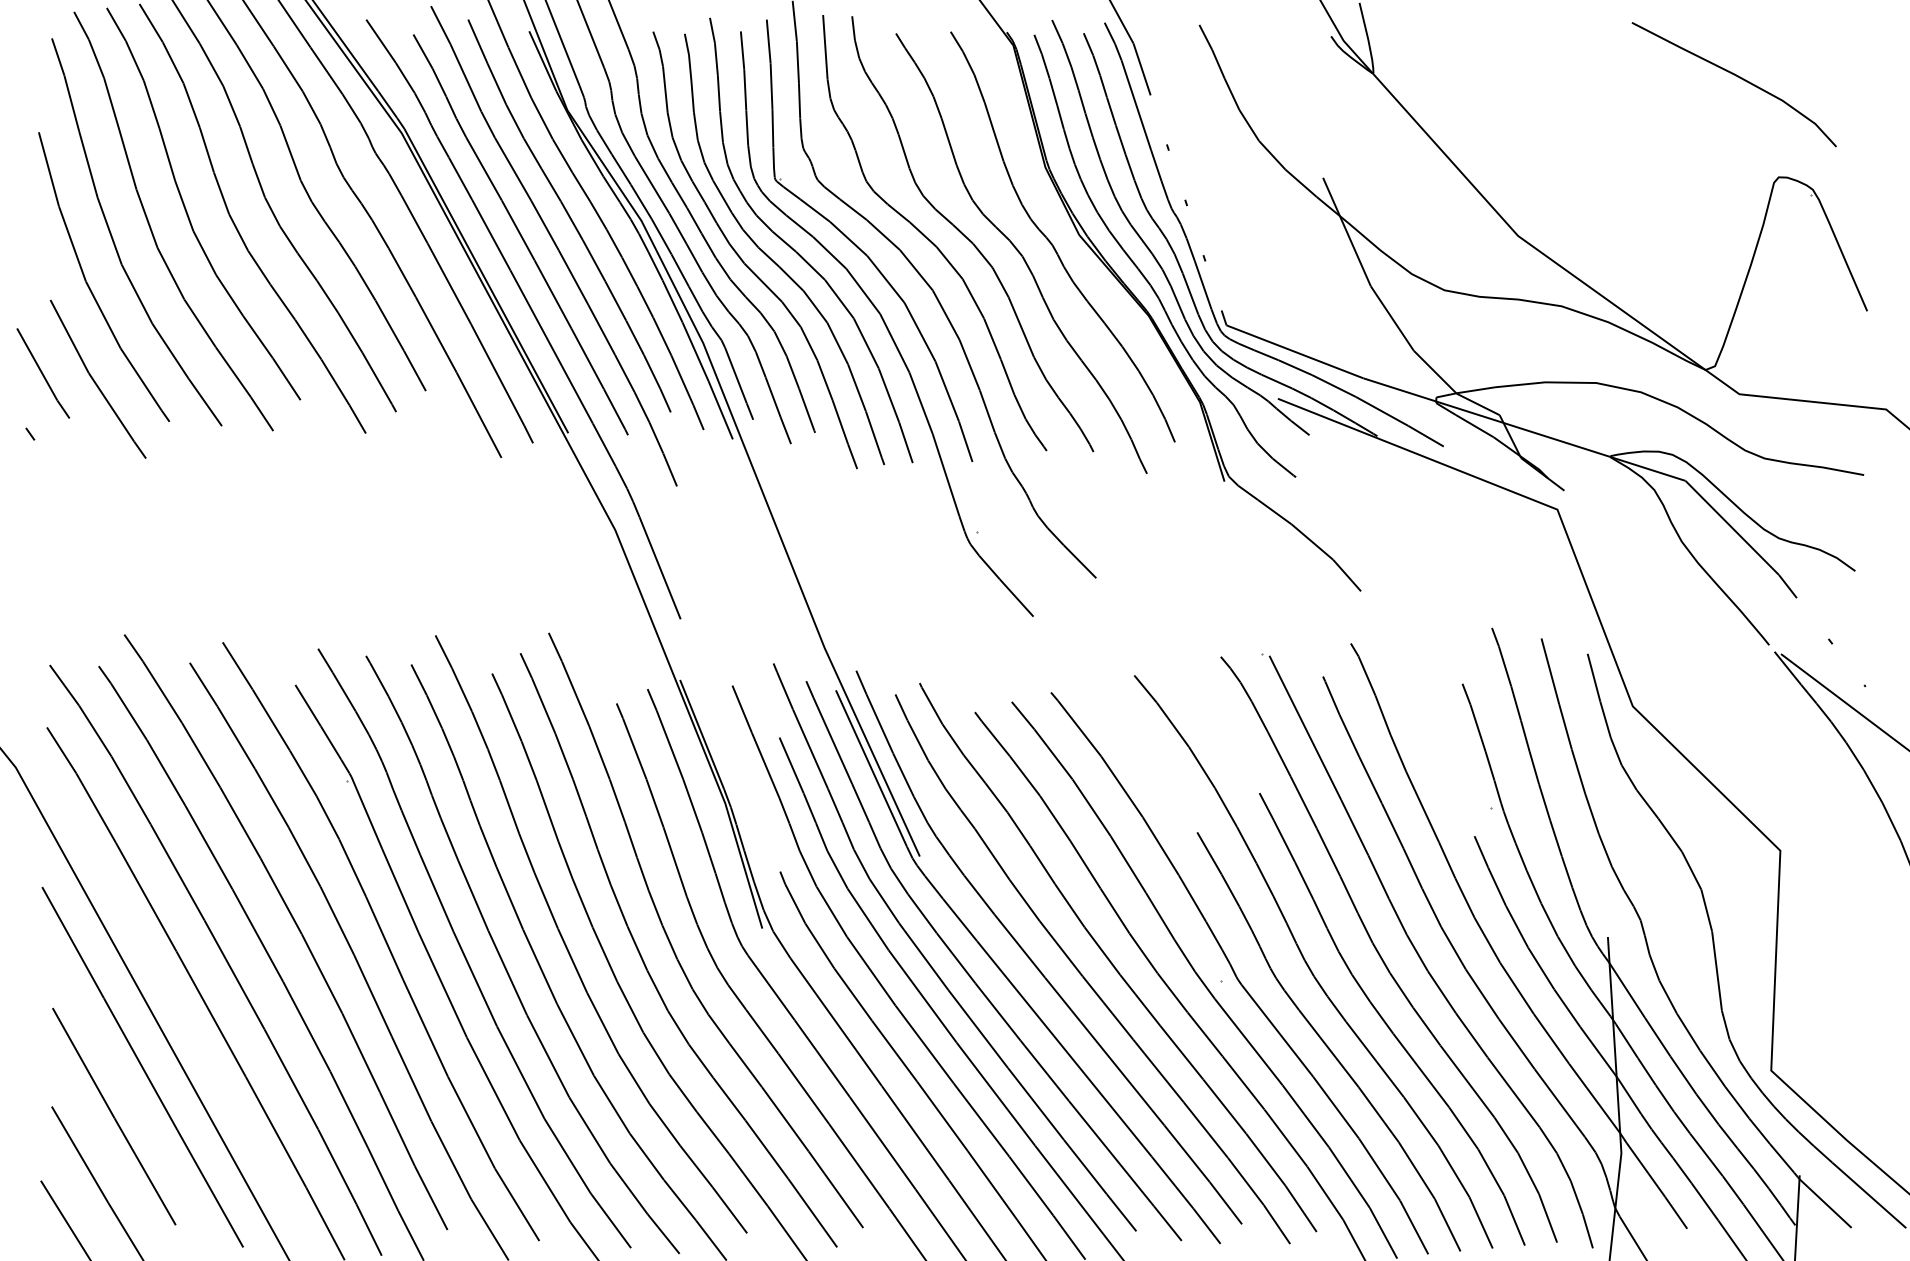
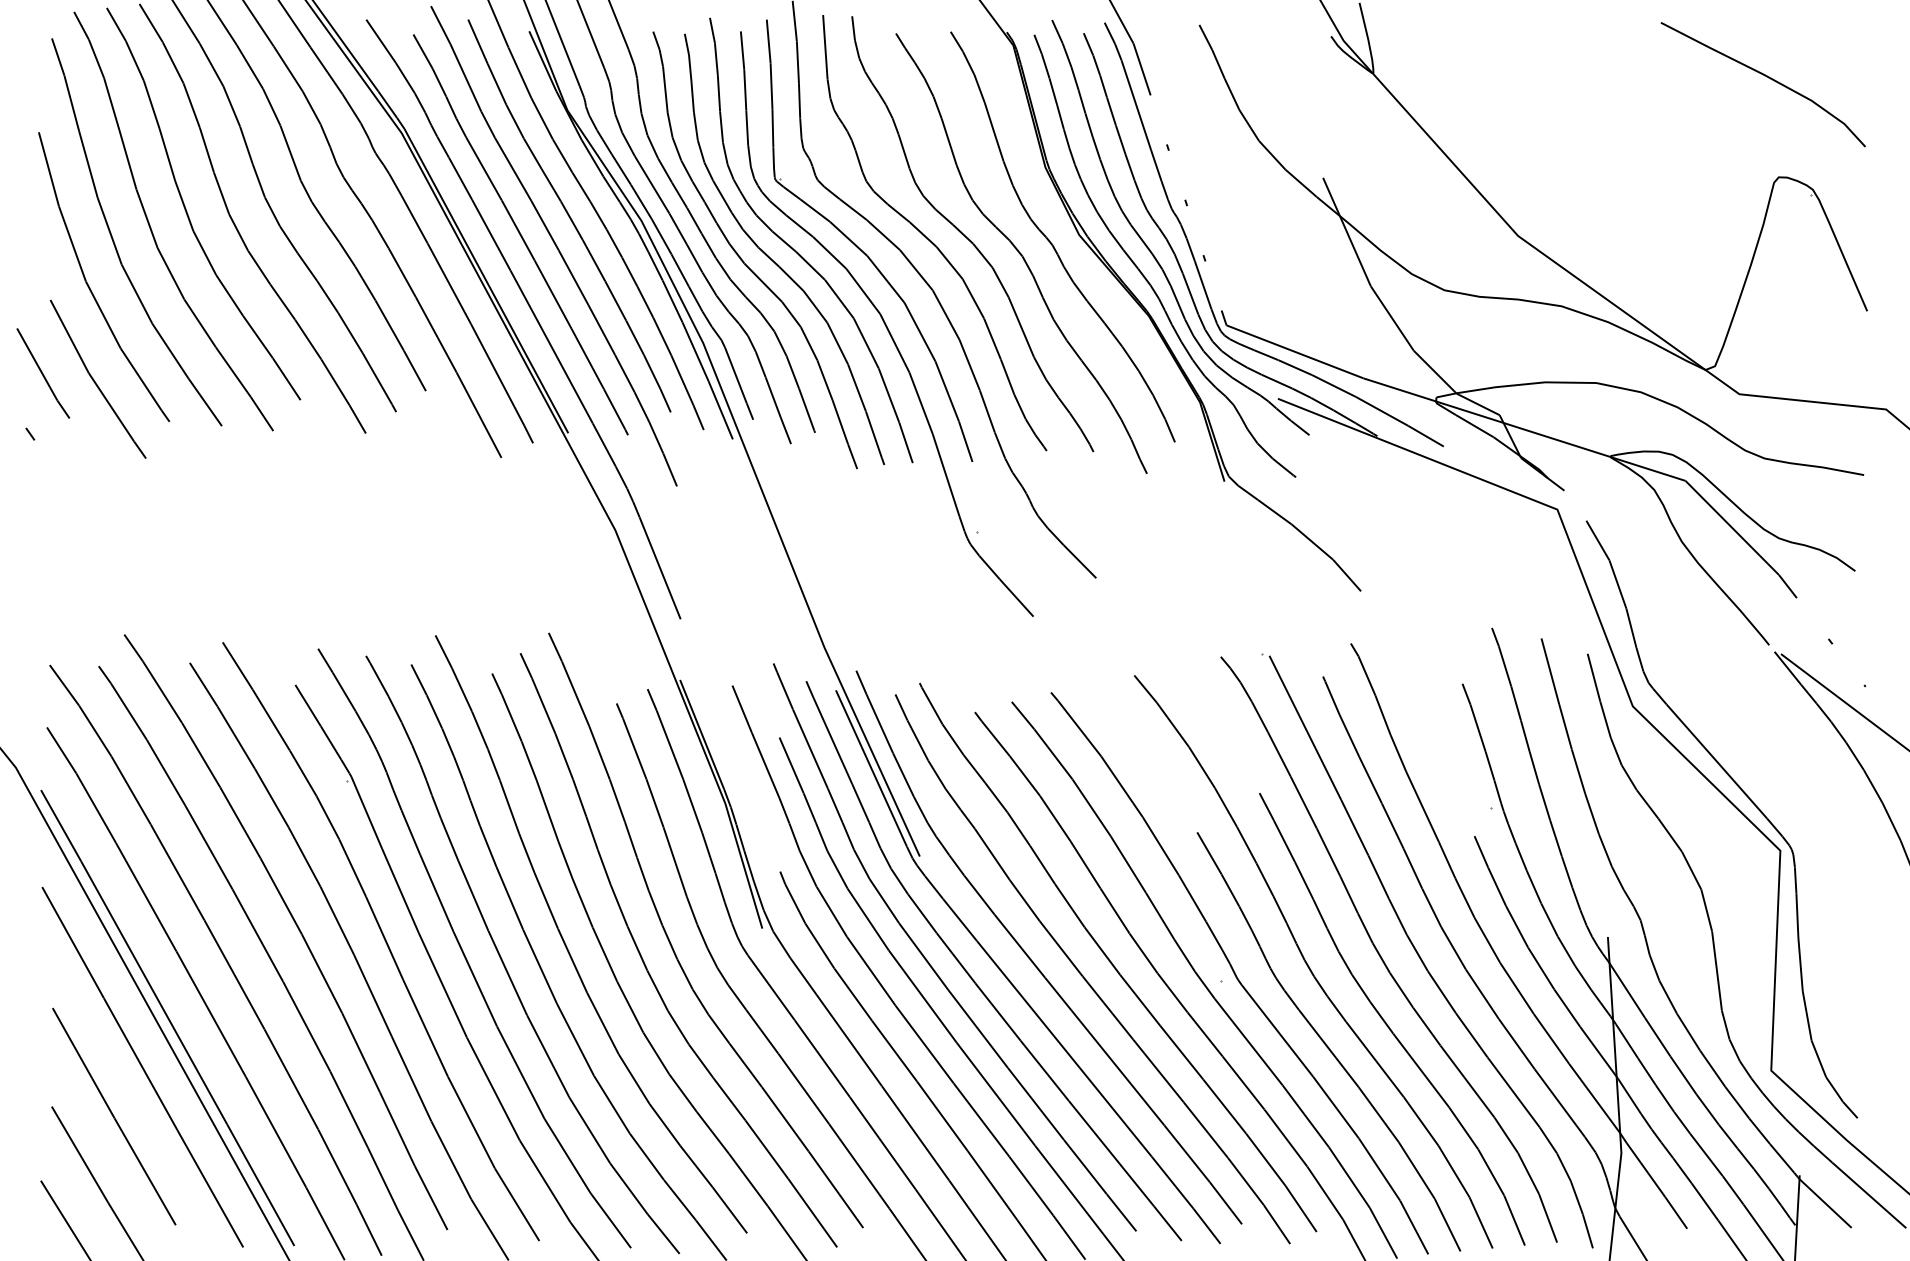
curve at (1737, 77) position: (1737, 77) -> (1766, 77)
curve at (1749, 800): none -> present
line at (167, 1018): none -> present
